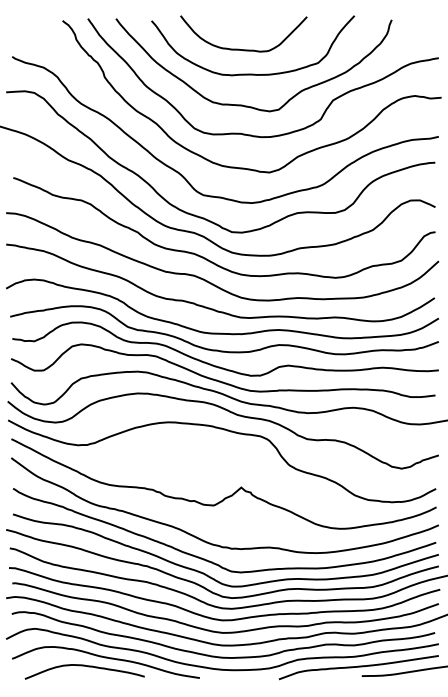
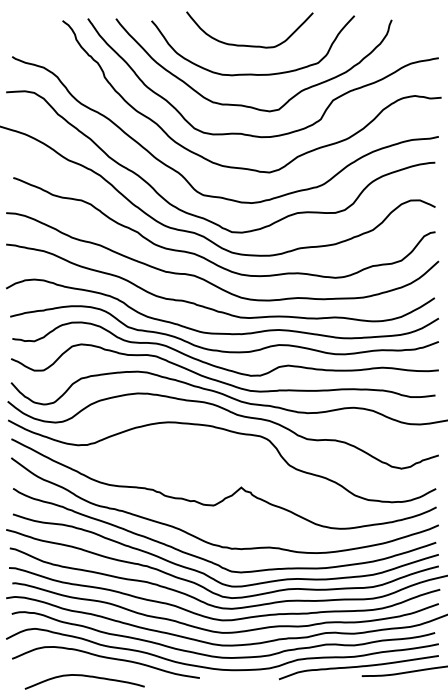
curve at (238, 48) position: (238, 48) -> (244, 44)
curve at (84, 666) position: (84, 666) -> (84, 676)
